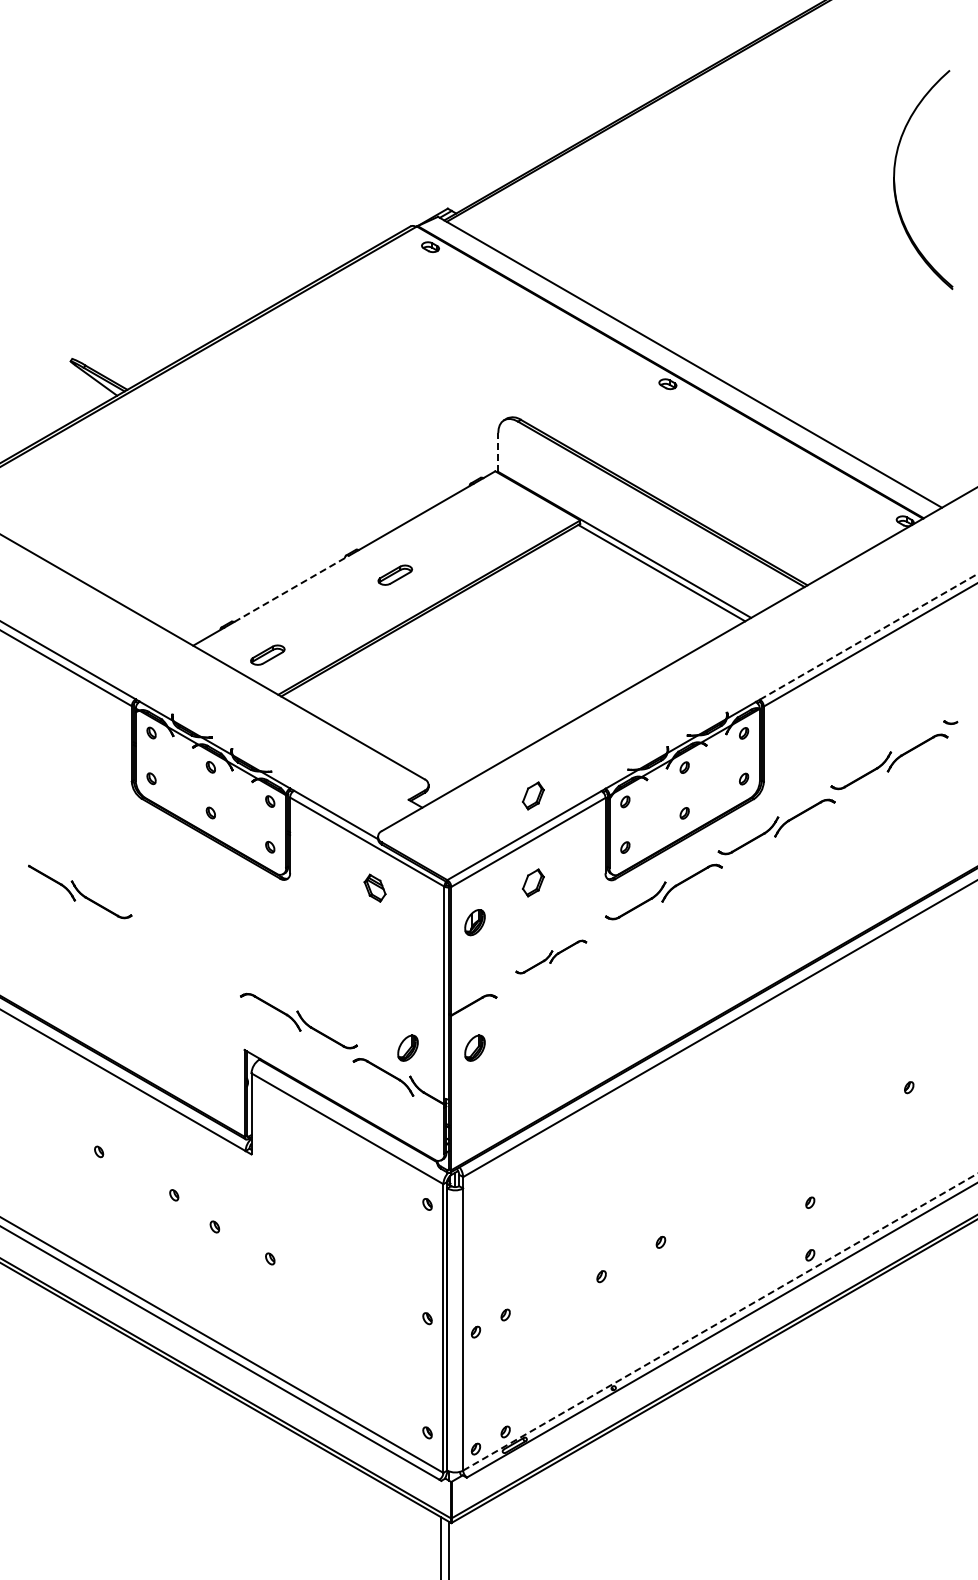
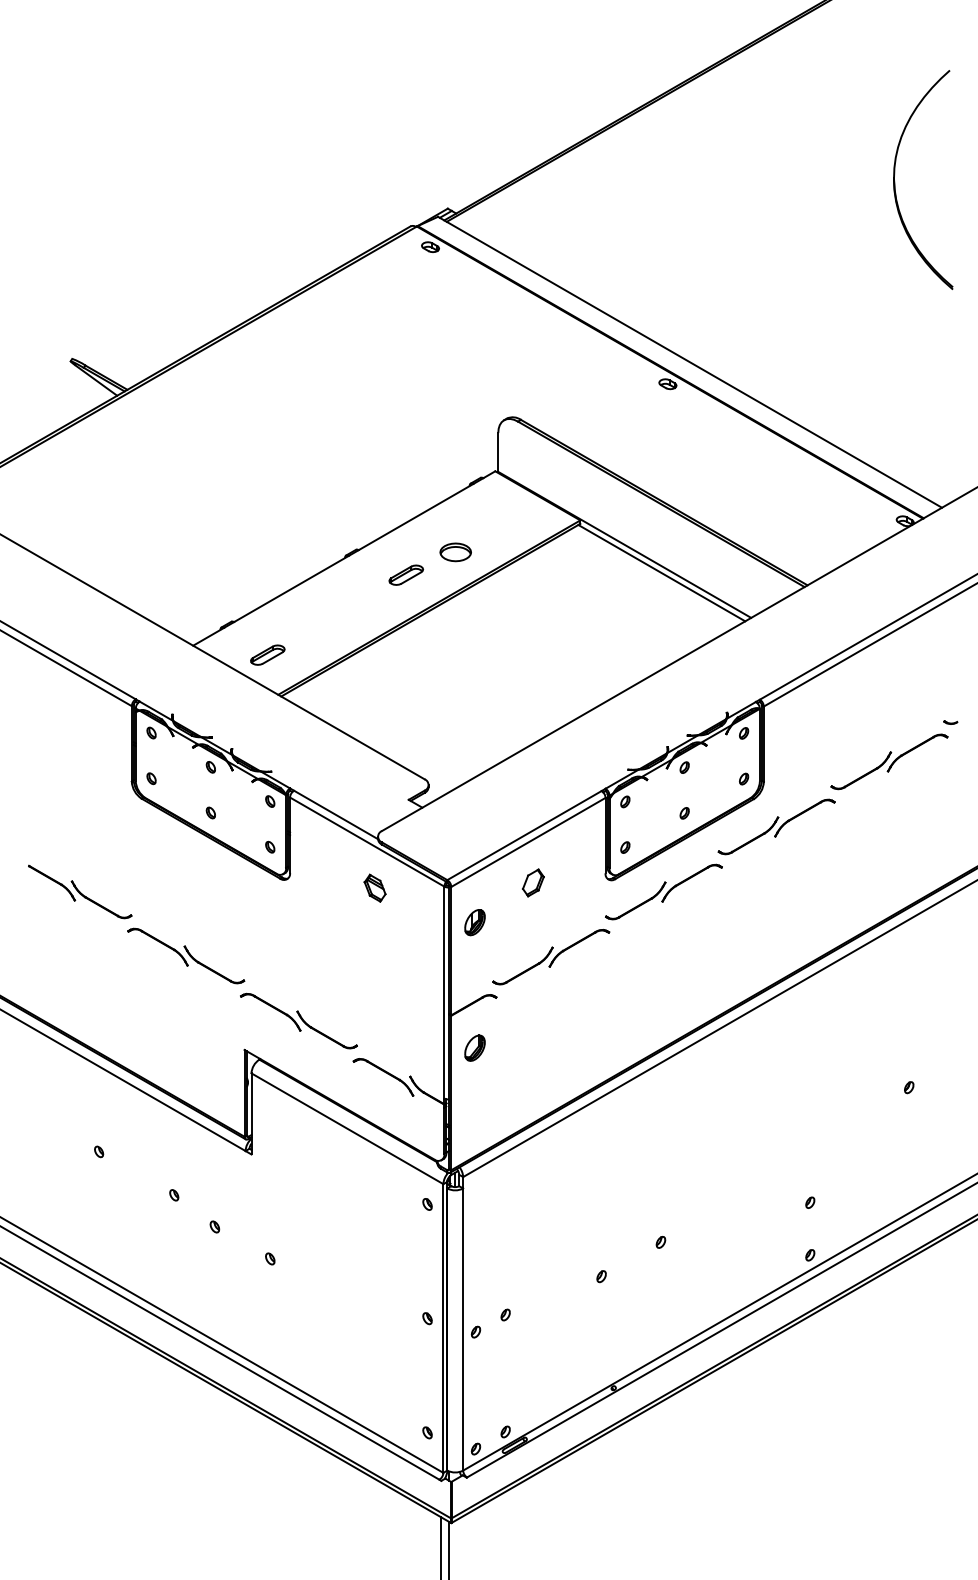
line at (498, 451): dashed -> solid
part at (455, 552): none -> present
part at (395, 574) position: (395, 574) -> (406, 574)
line at (292, 588): dashed -> solid
line at (868, 636): dashed -> solid
part at (533, 795): present -> none
part at (186, 955): none -> present
part at (551, 956) size: 73x36 px -> 119x58 px
part at (407, 1047): present -> none
line at (720, 1322): dashed -> solid
